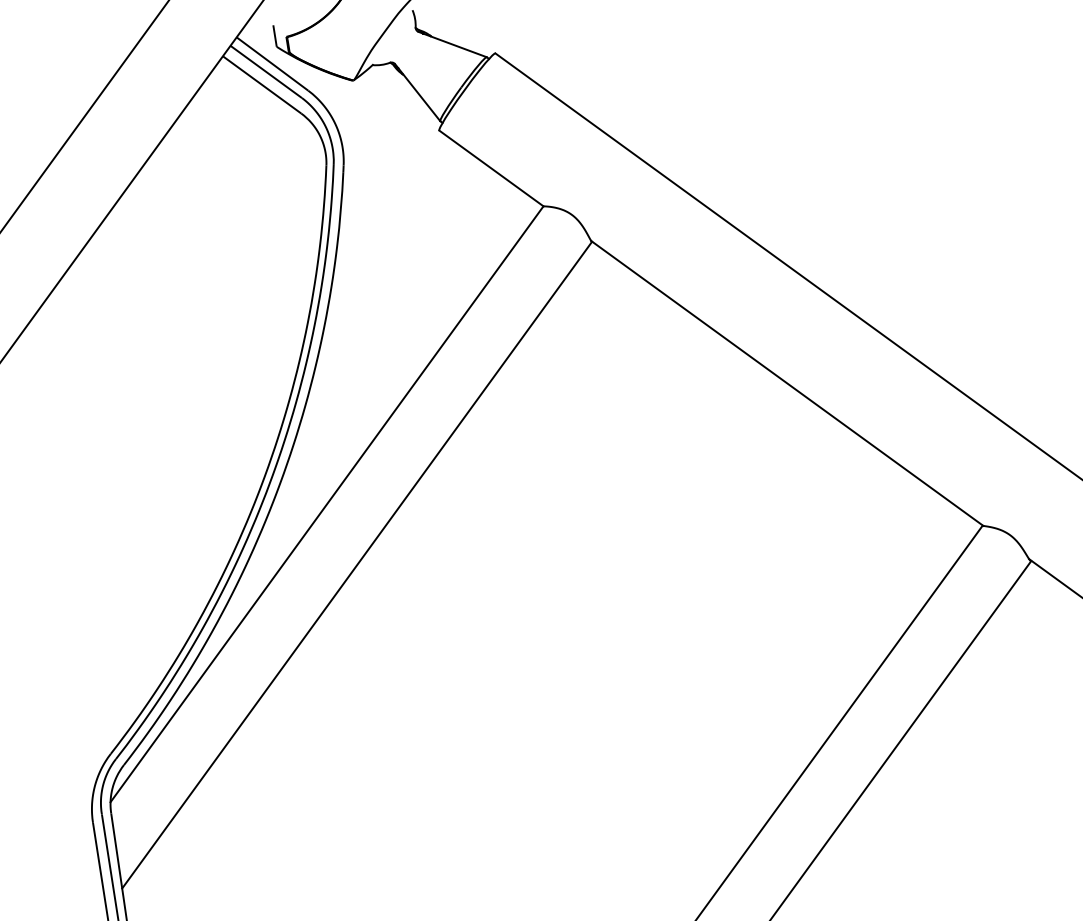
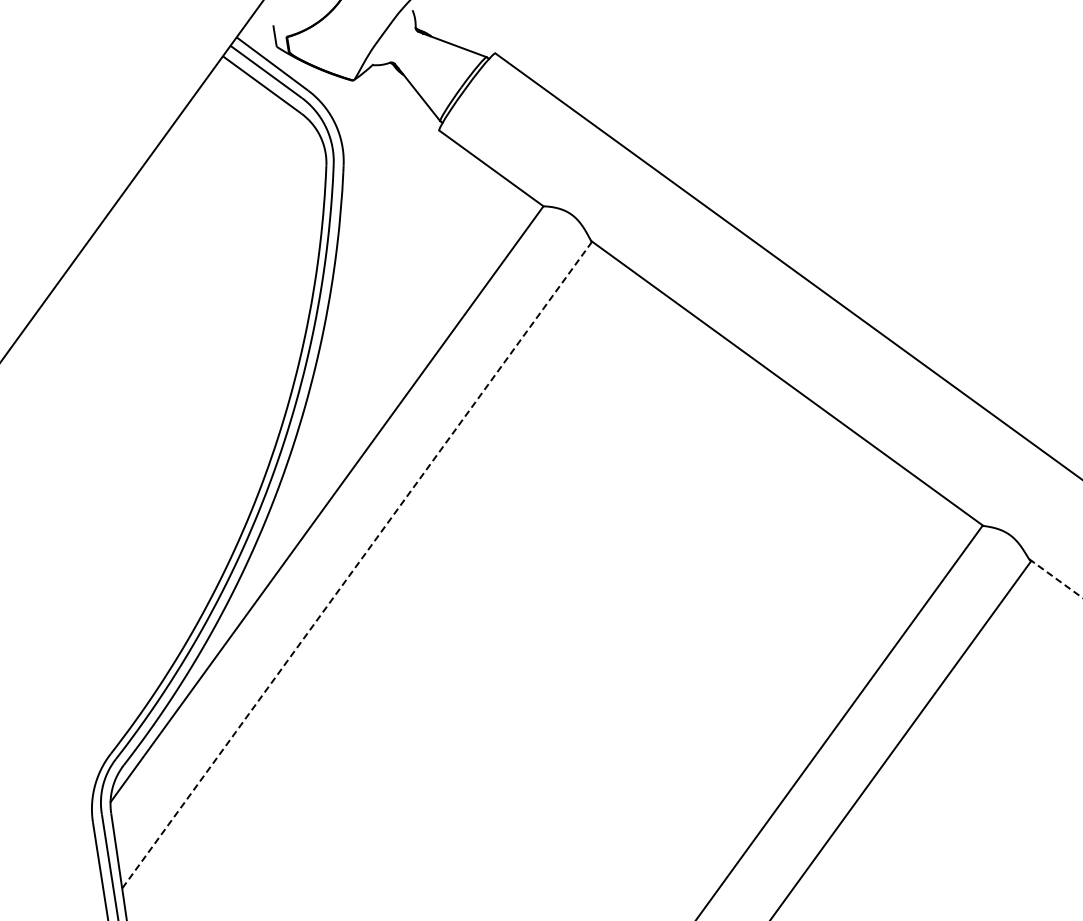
line at (84, 116): present -> none
line at (357, 565): solid -> dashed
line at (1055, 578): solid -> dashed
